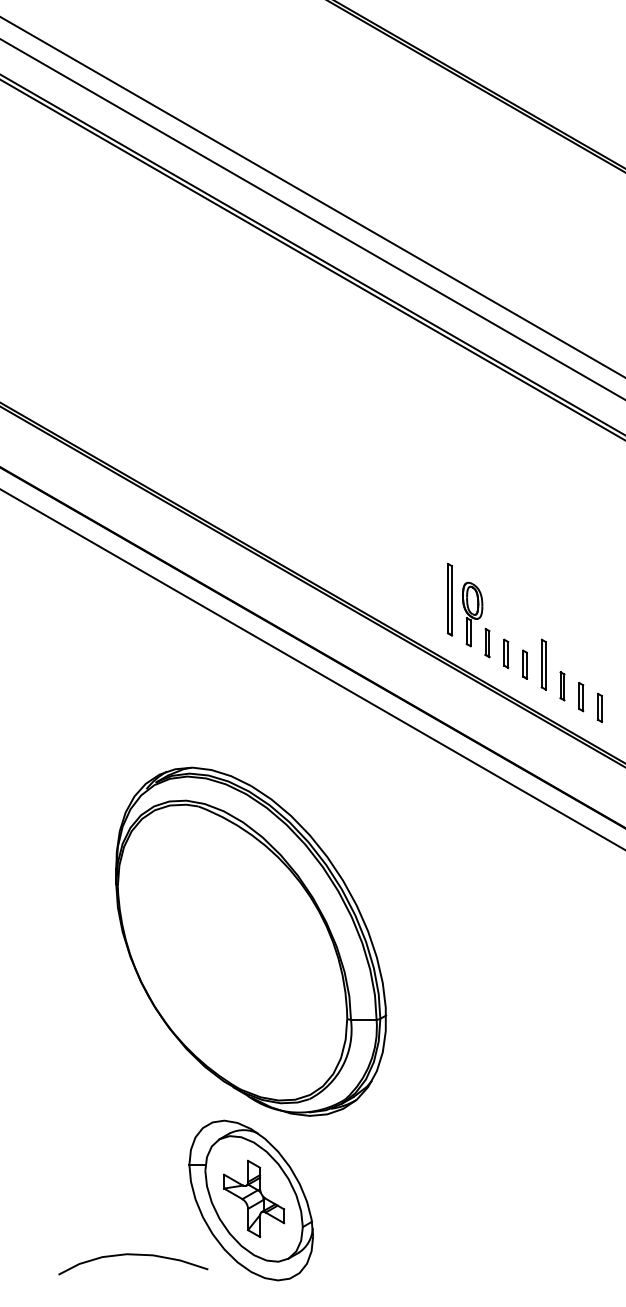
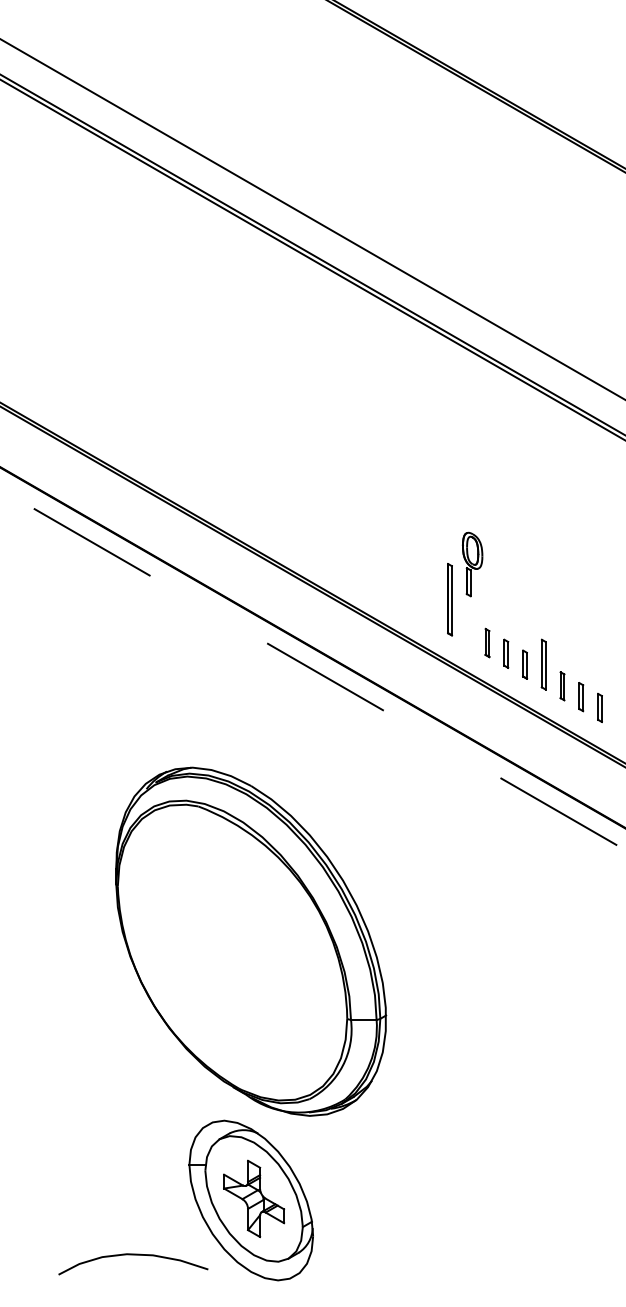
line at (312, 197): present -> none
part at (472, 614) position: (472, 614) -> (472, 564)
line at (313, 669): solid -> dashed
